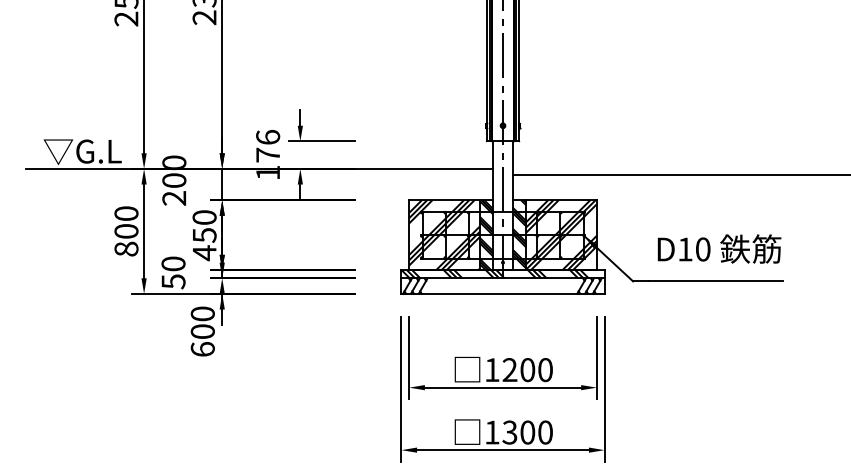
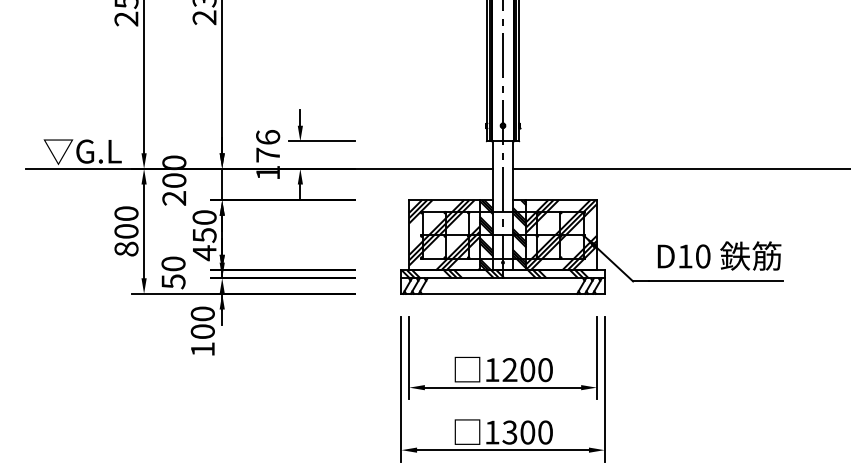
line at (679, 174) position: (679, 174) -> (679, 168)
text at (719, 248) position: (719, 248) -> (719, 255)
text at (202, 349): 600 -> 100
